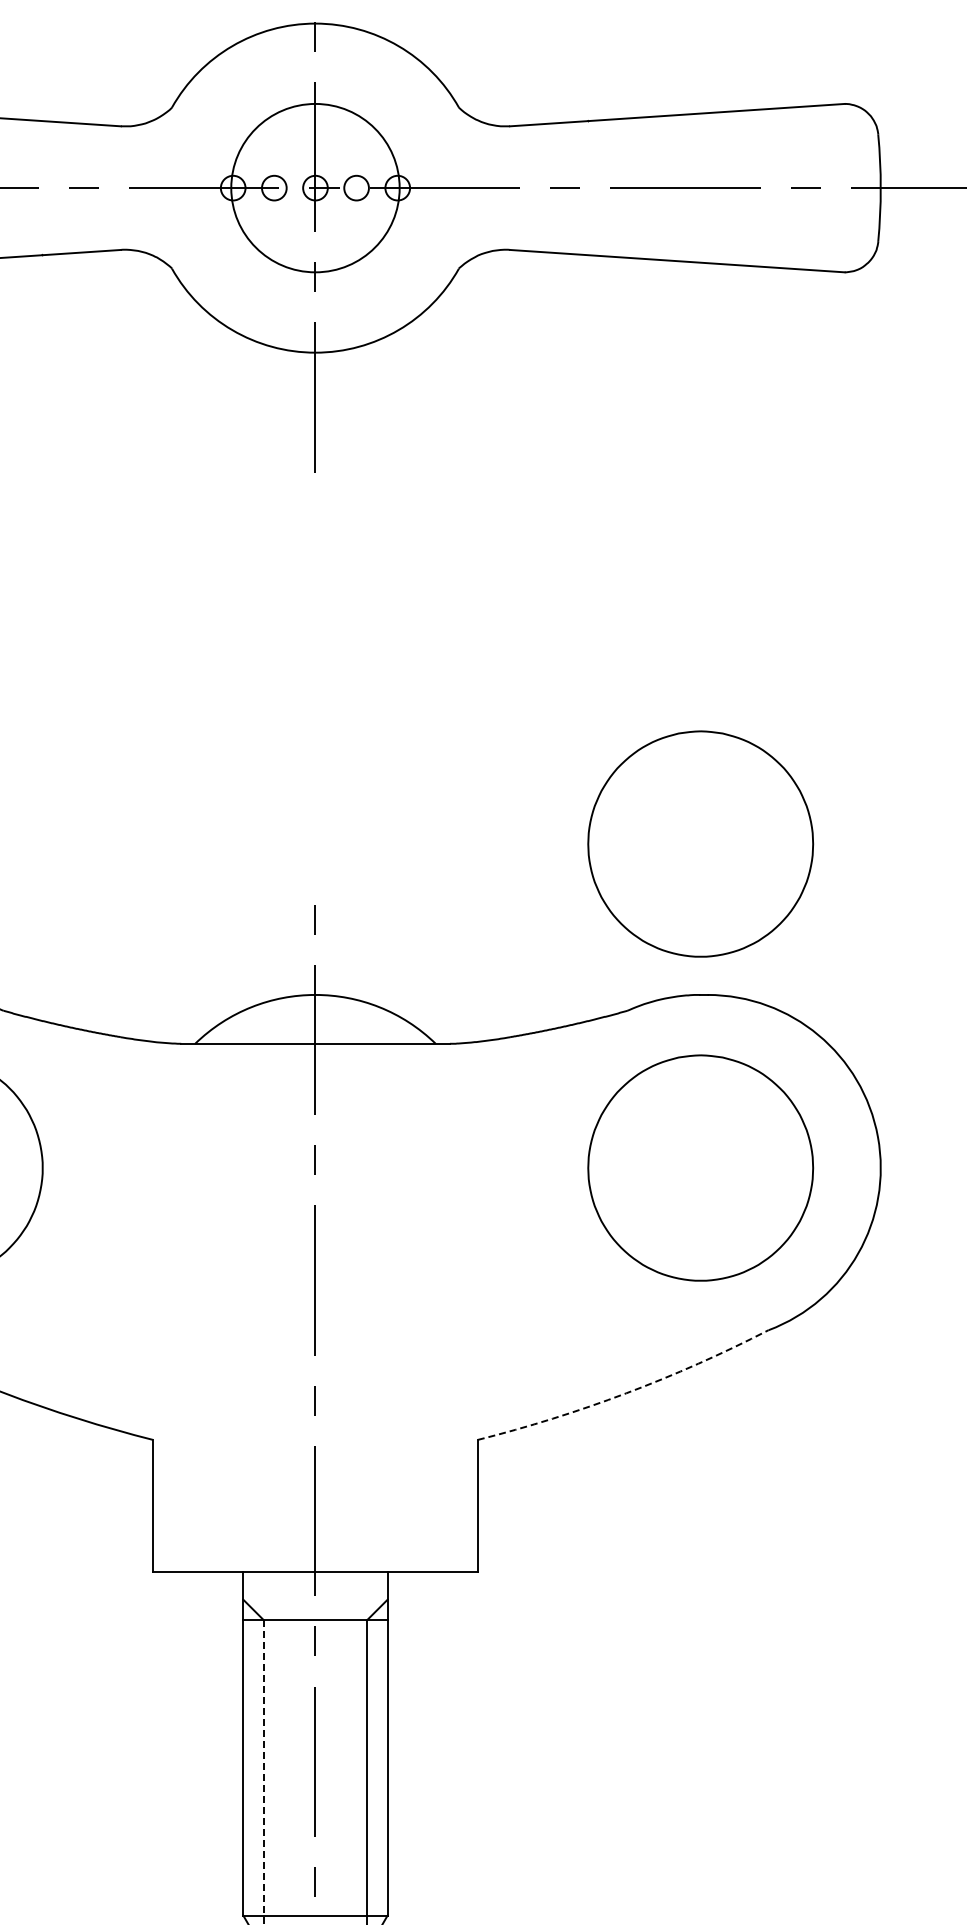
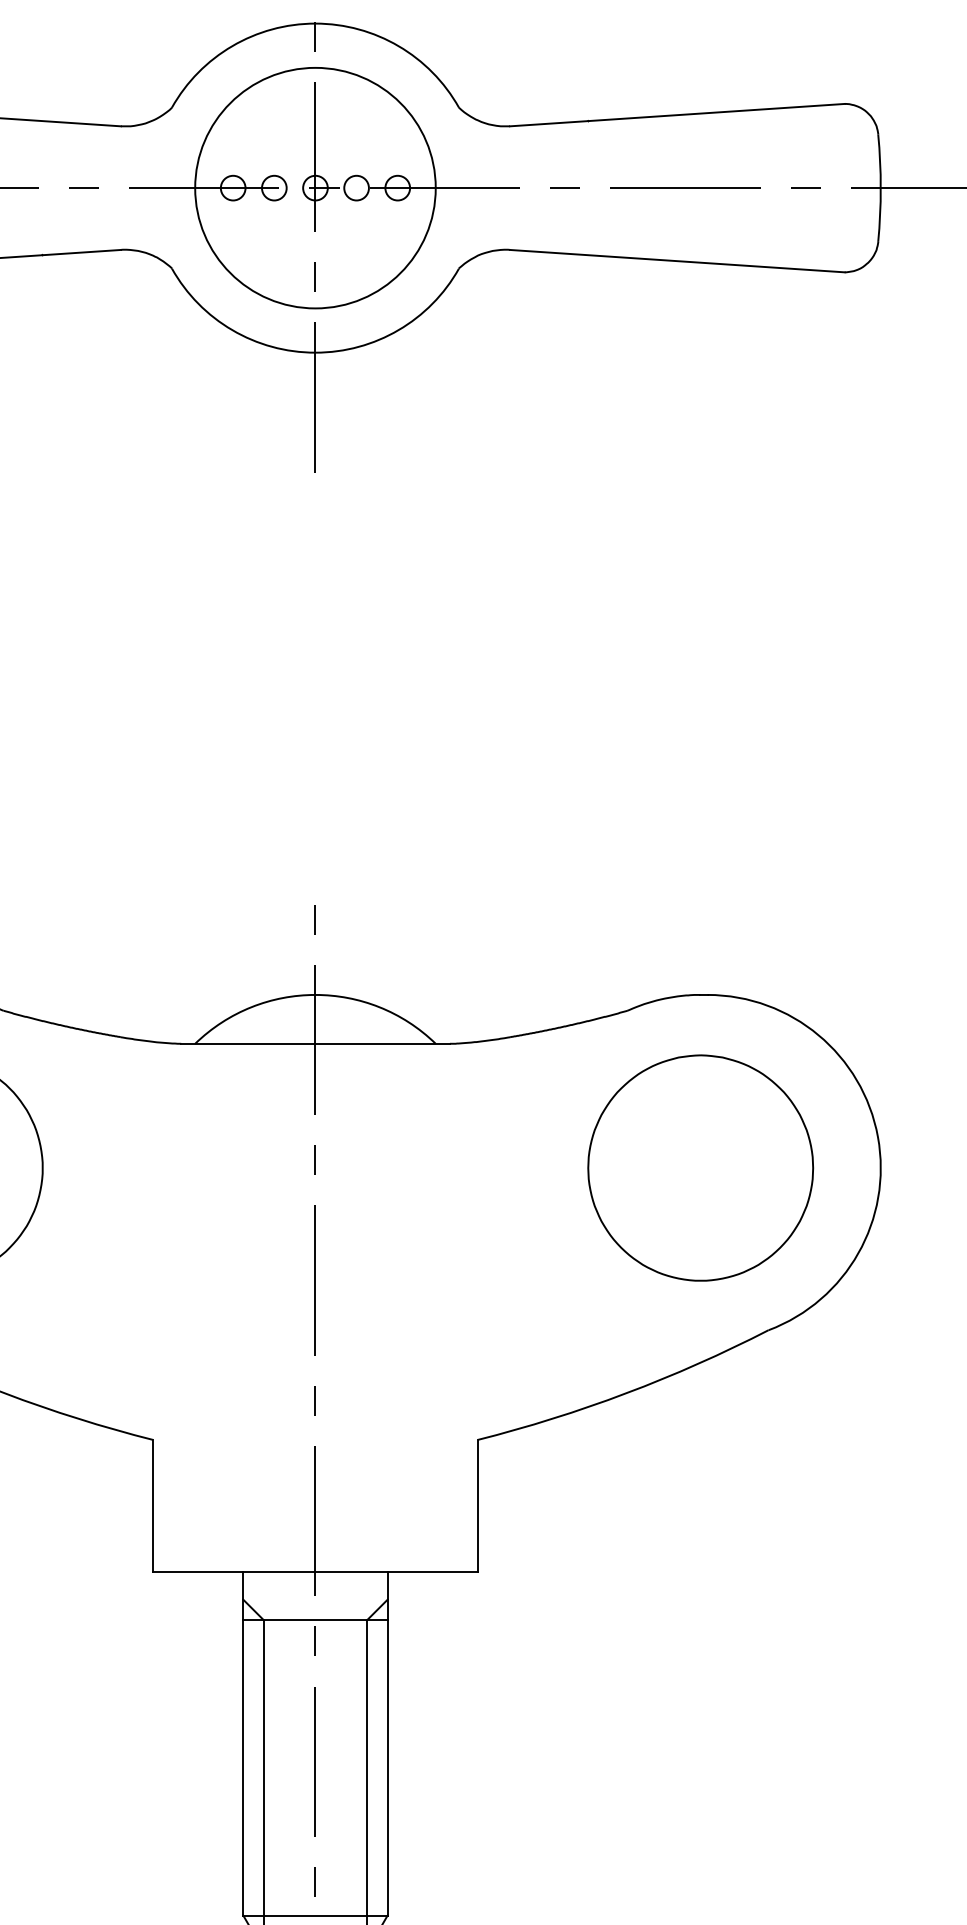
circle at (315, 187) diameter: 168 px -> 241 px
part at (700, 843): present -> none
arc at (626, 1393): dashed -> solid
line at (264, 1772): dashed -> solid
